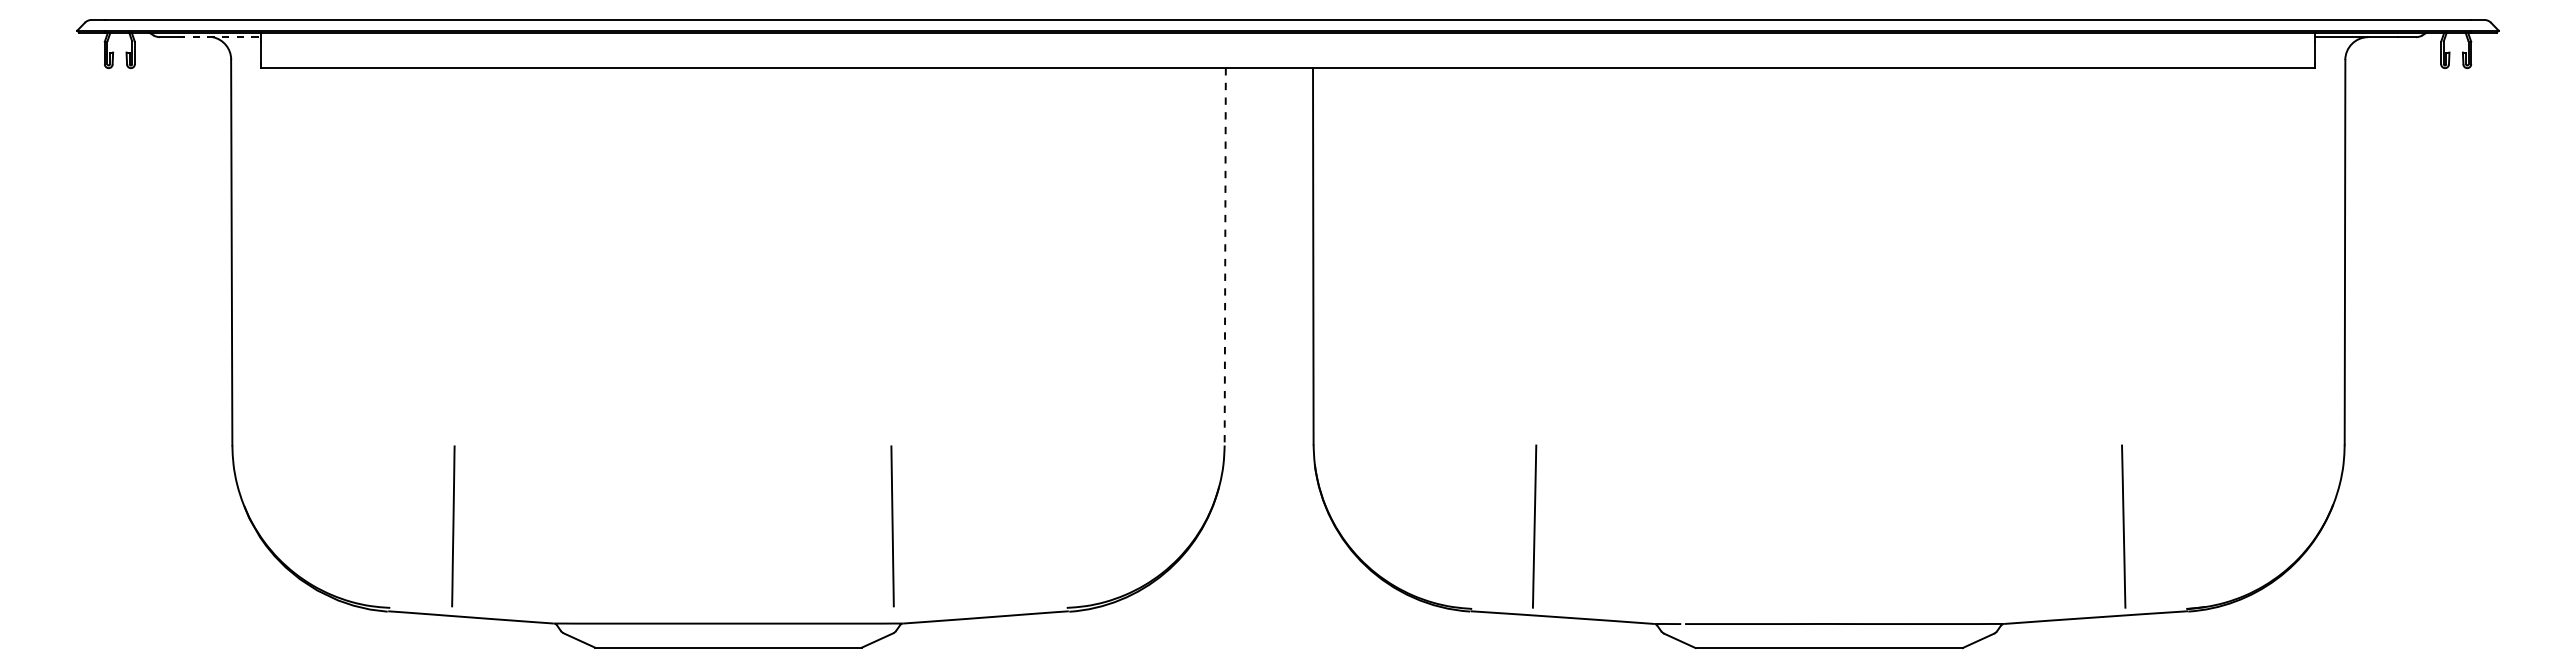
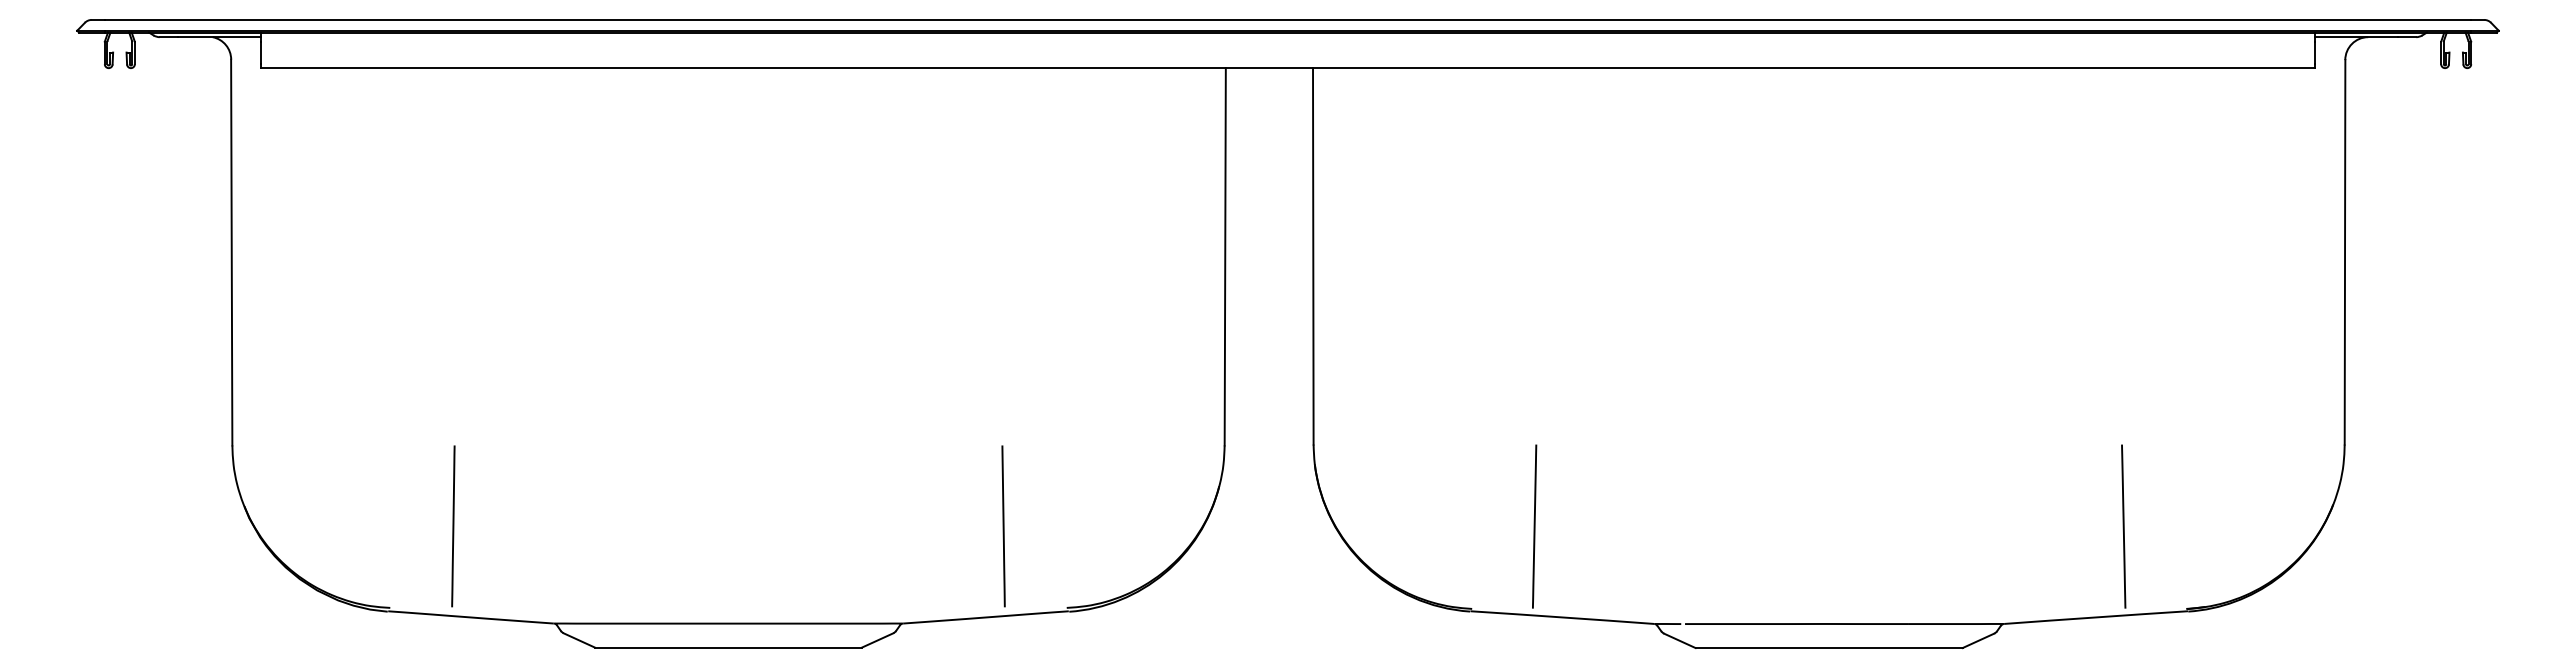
line at (219, 37): dashed -> solid
line at (1225, 256): dashed -> solid
line at (892, 526) position: (892, 526) -> (1003, 526)
